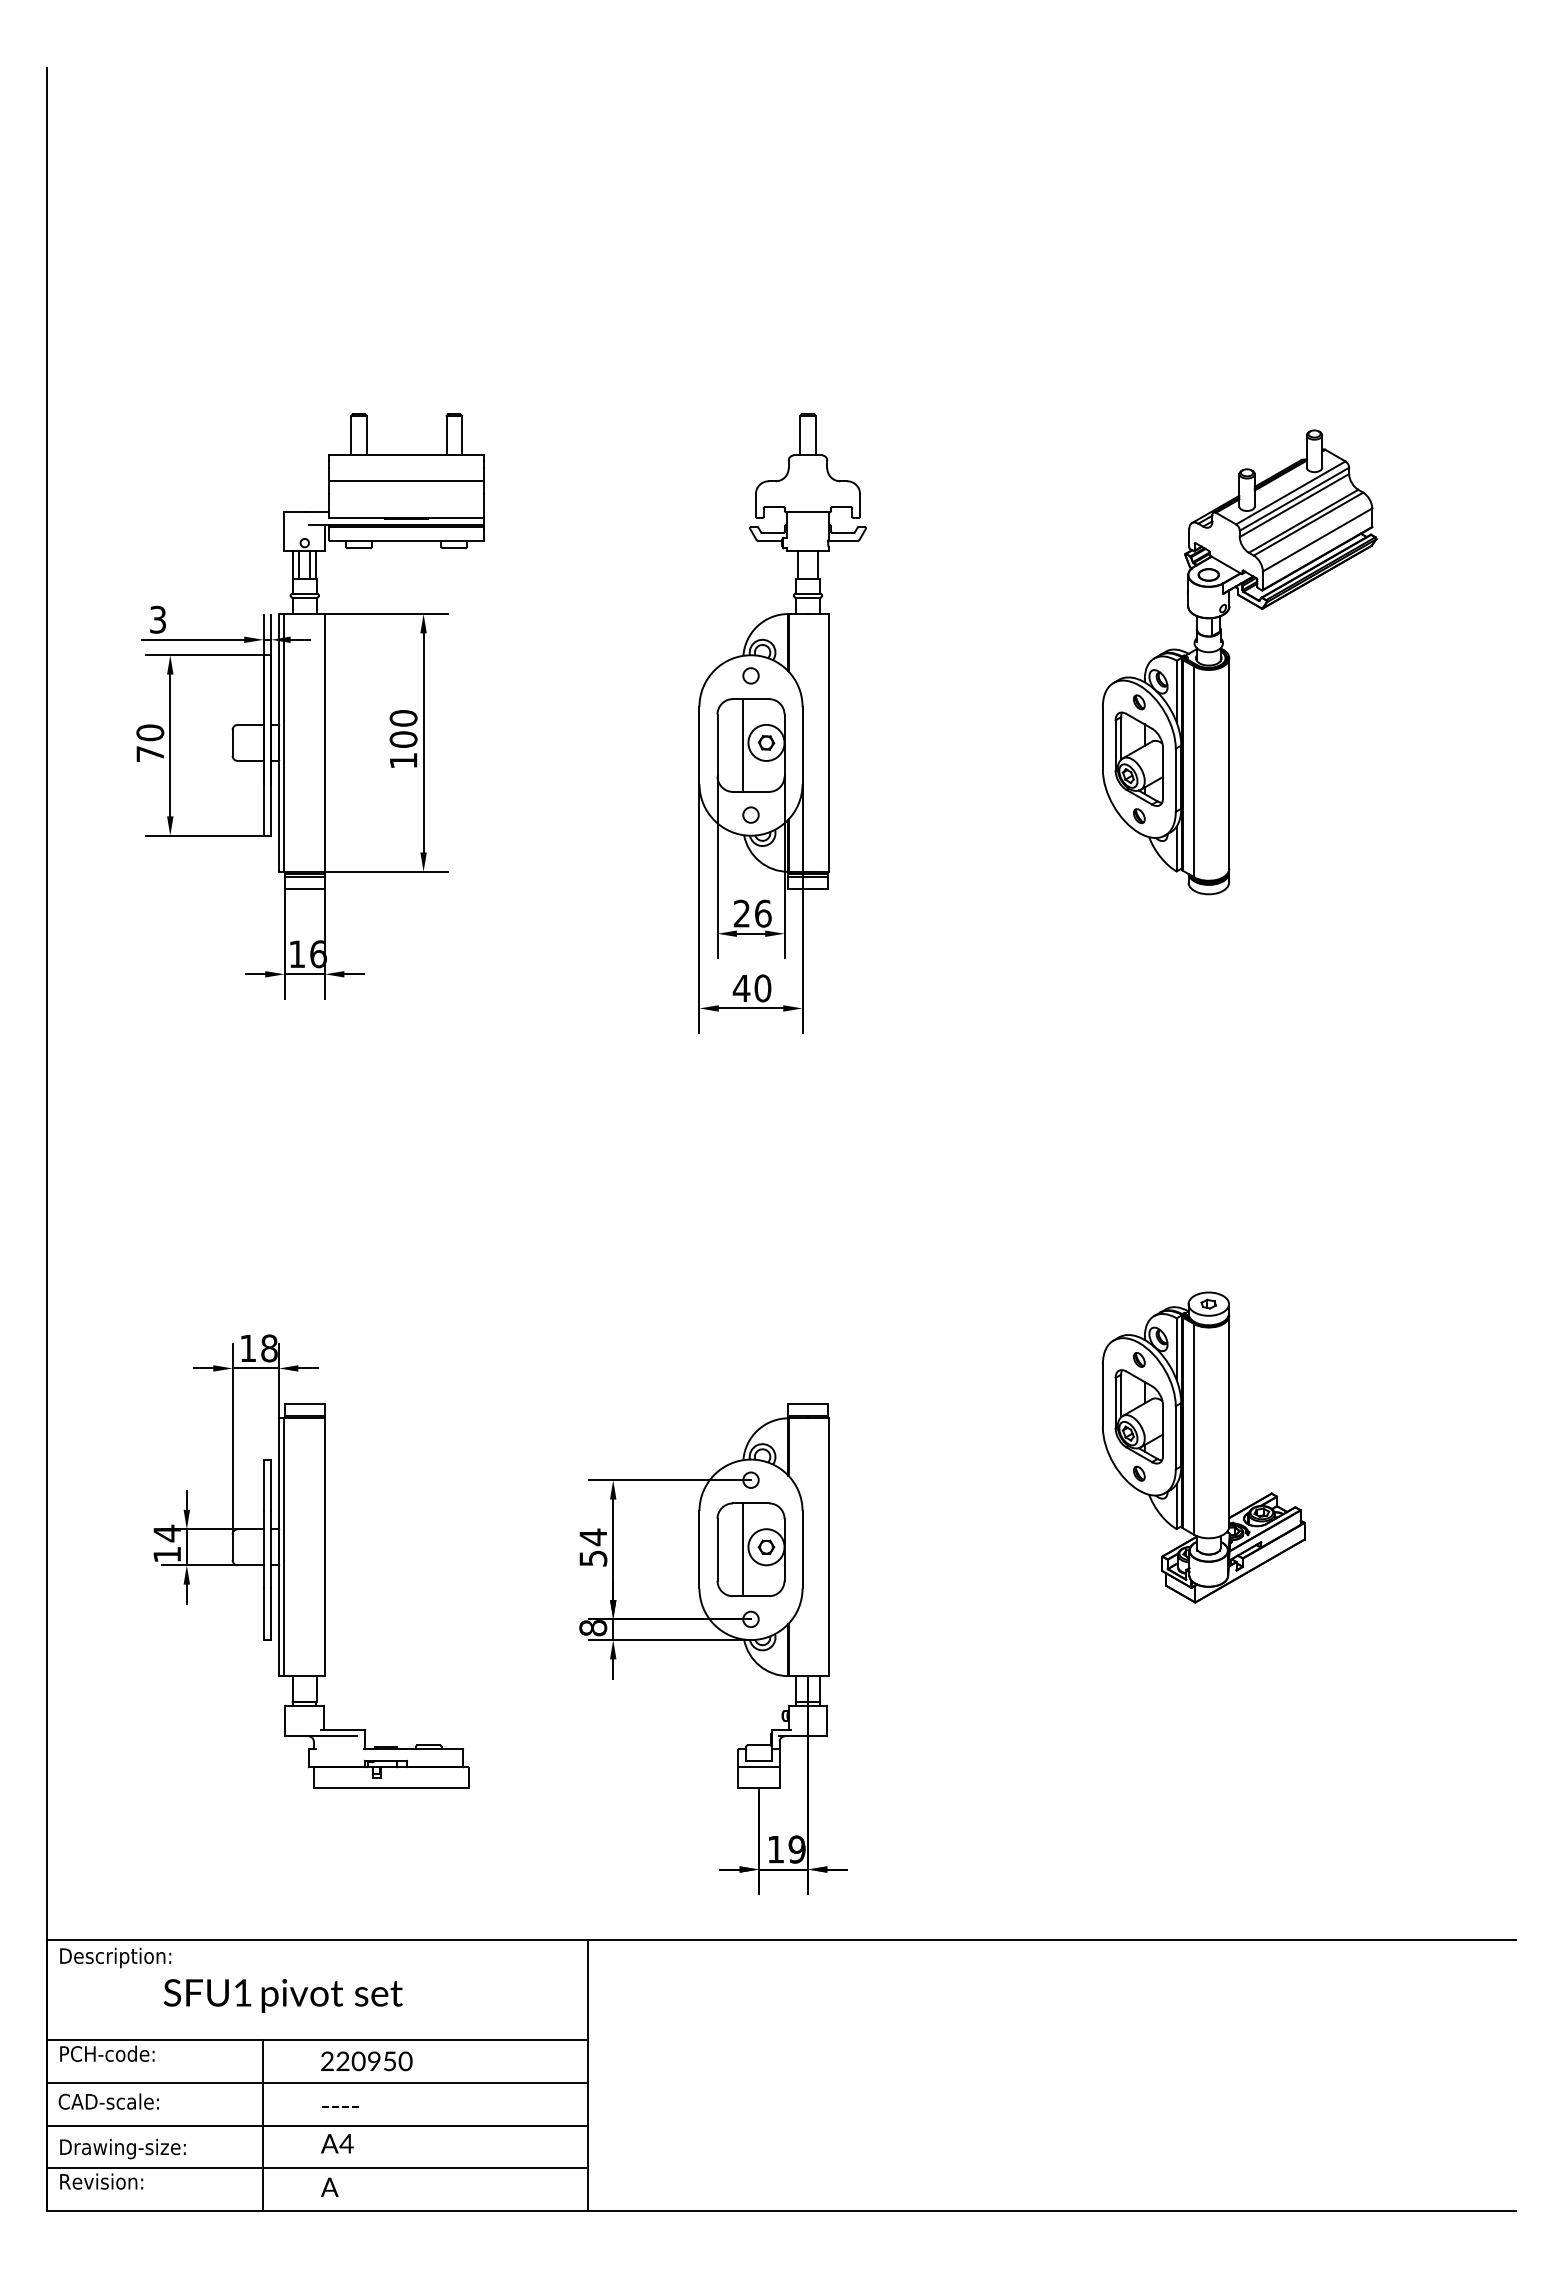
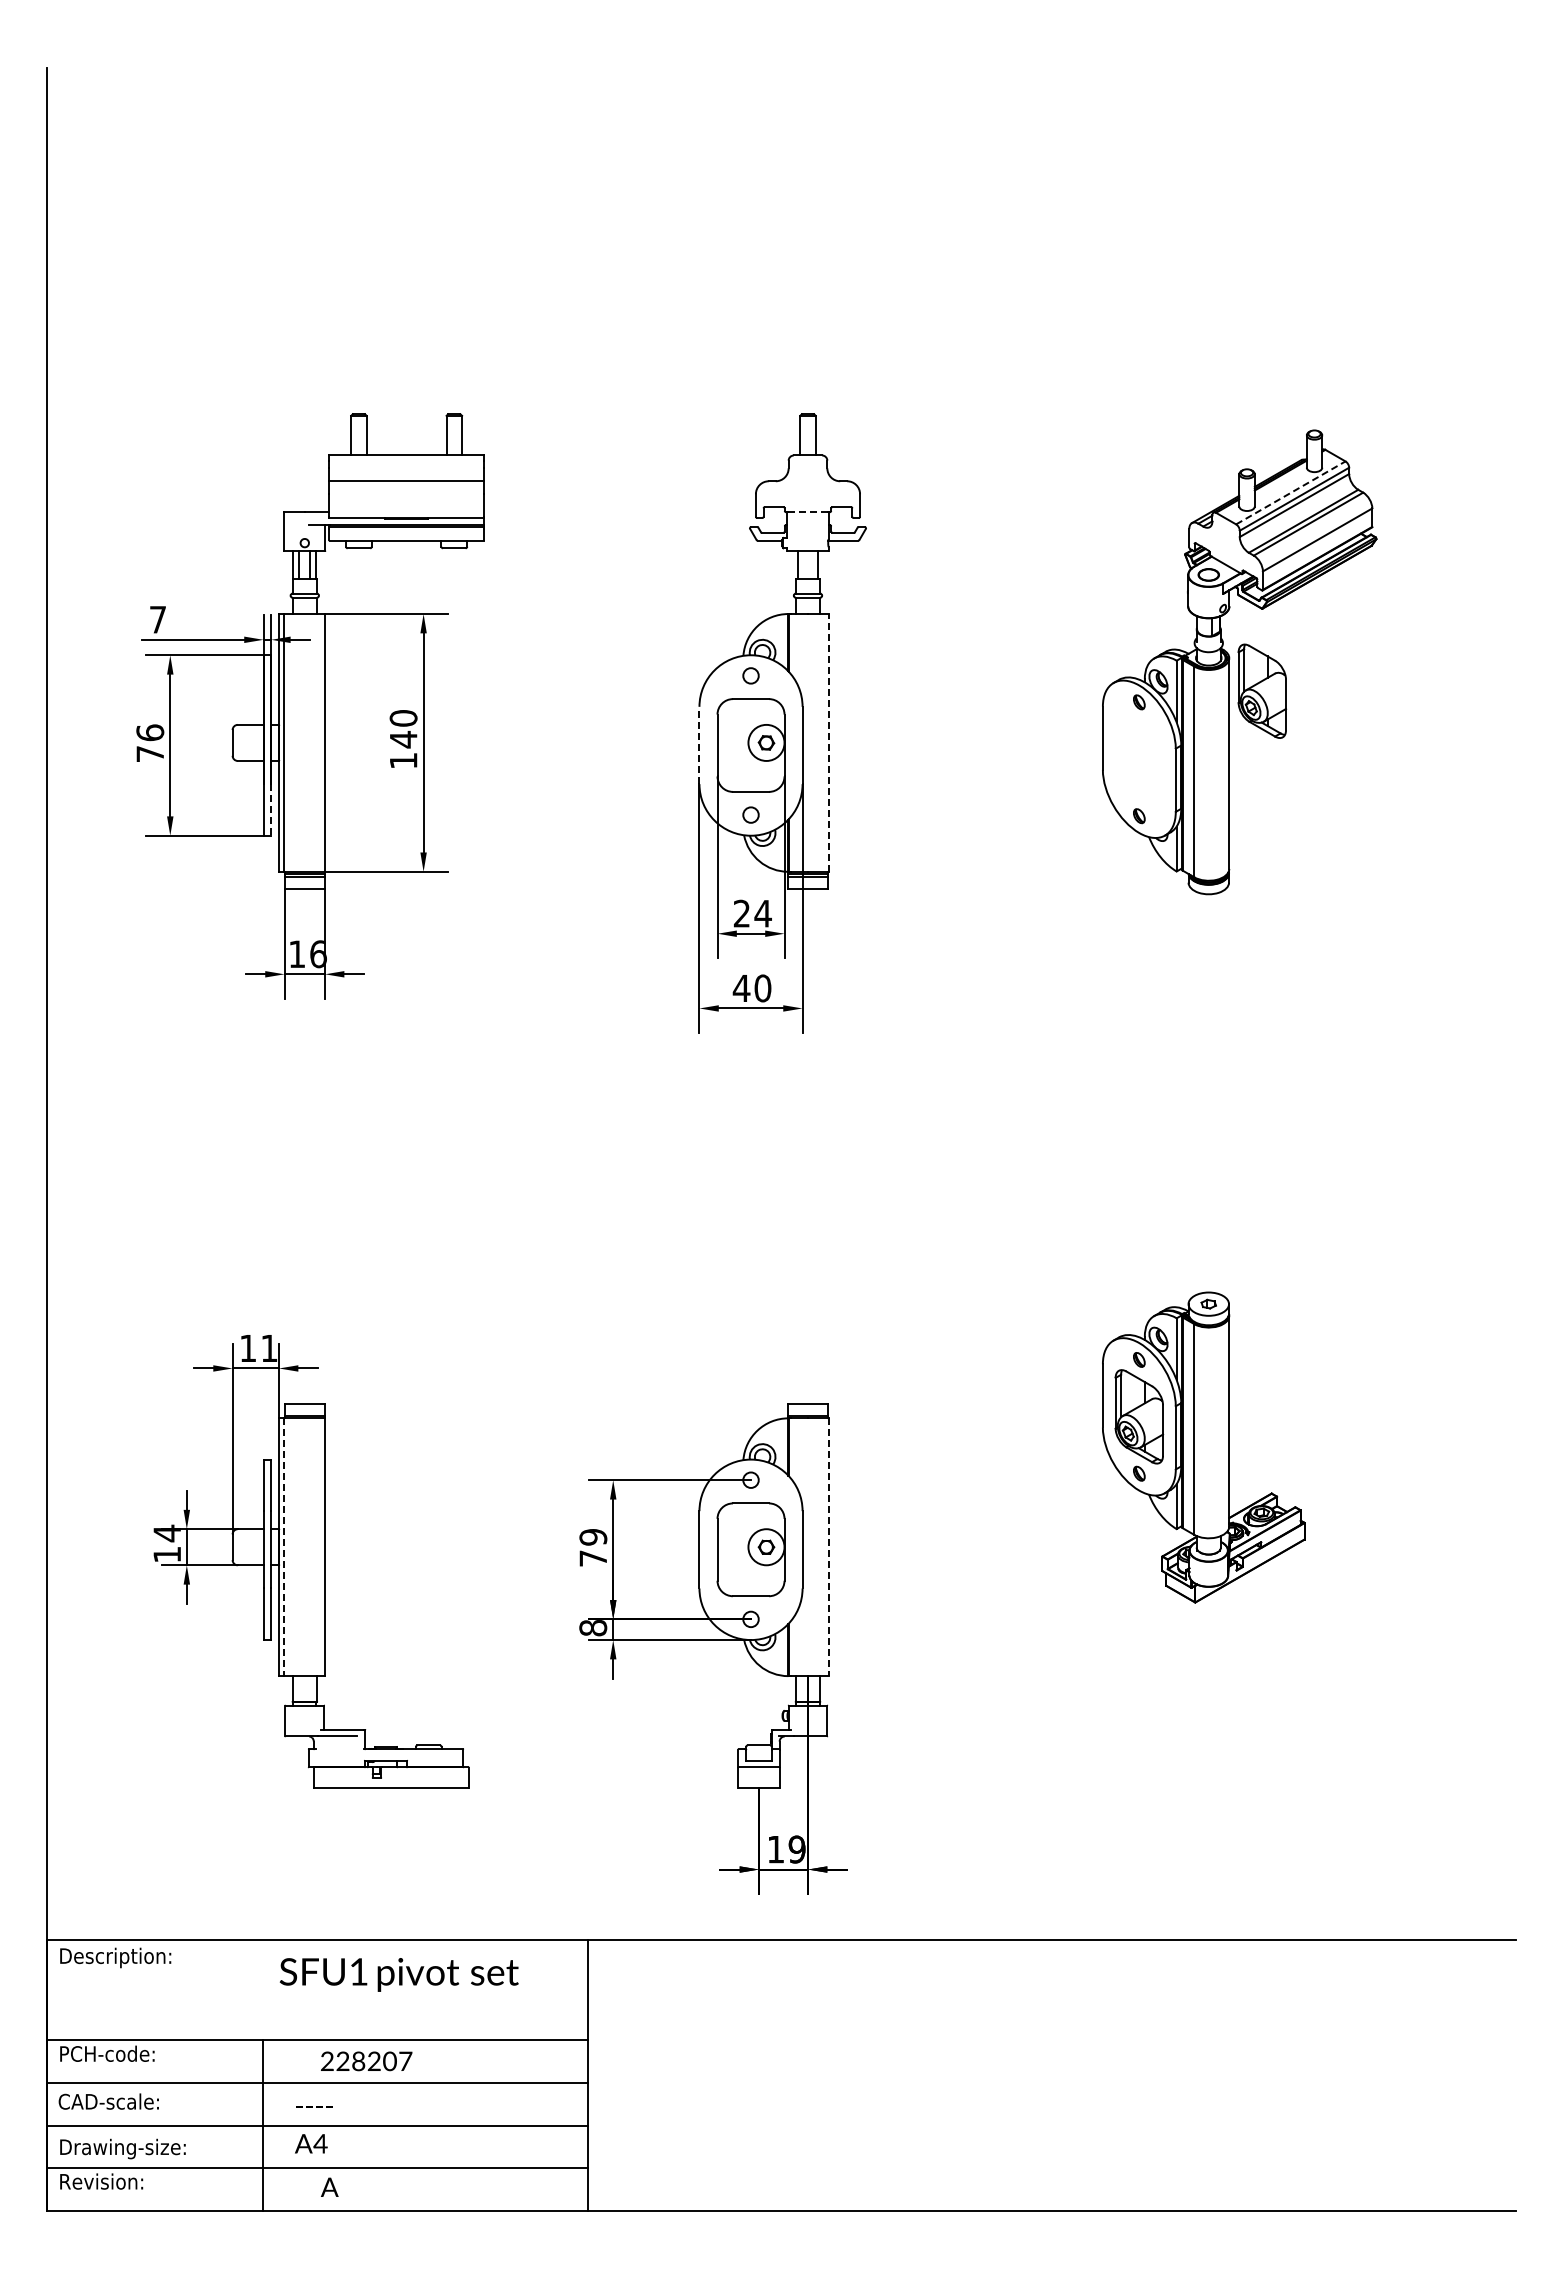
line at (1291, 492): solid -> dashed
line at (808, 512): solid -> dashed
text at (157, 619): 3 -> 7
text at (149, 732): 70 -> 76
text at (403, 739): 100 -> 140
line at (828, 742): solid -> dashed
line at (699, 745): solid -> dashed
line at (743, 745): present -> none
part at (1139, 758) position: (1139, 758) -> (1262, 690)
line at (271, 809): solid -> dashed
text at (762, 913): 26 -> 24
text at (269, 1348): 18 -> 11
line at (284, 1547): solid -> dashed
text at (593, 1547): 54 -> 79
line at (828, 1547): solid -> dashed
line at (743, 1549): present -> none
text at (282, 1995) position: (282, 1995) -> (398, 1974)
text at (381, 2061): 220950 -> 228207
text at (340, 2106) position: (340, 2106) -> (314, 2106)
text at (337, 2143) position: (337, 2143) -> (311, 2143)
